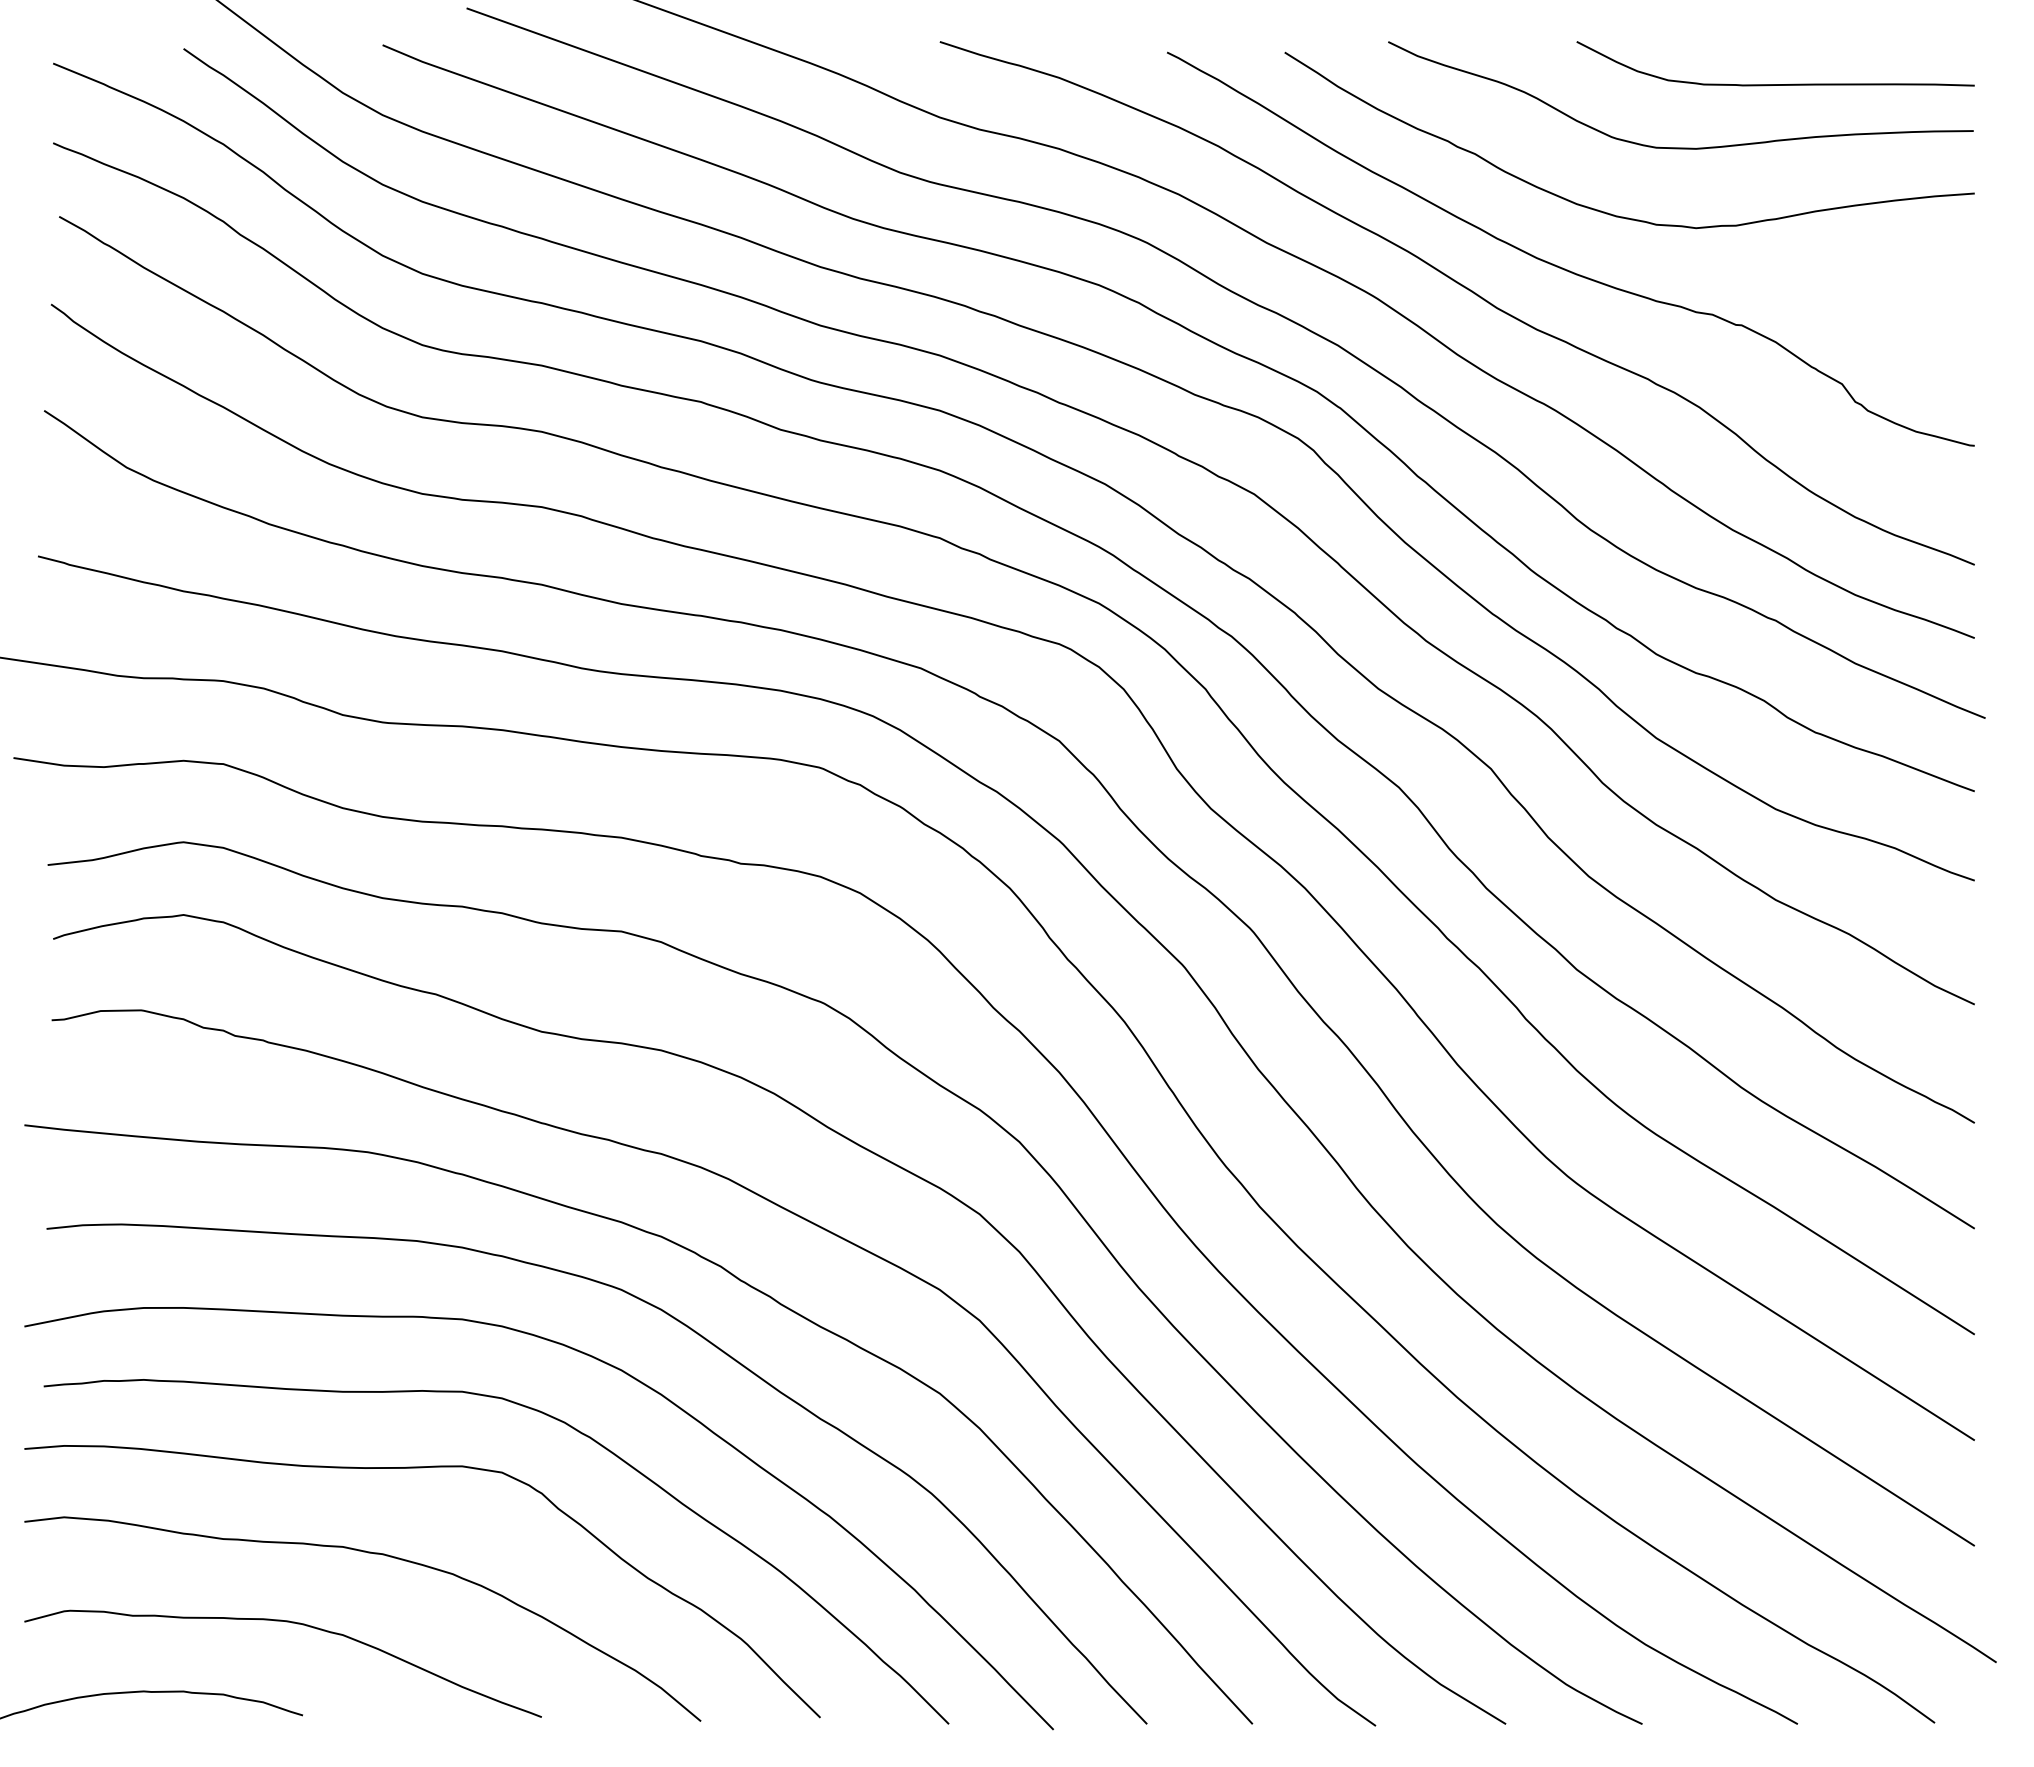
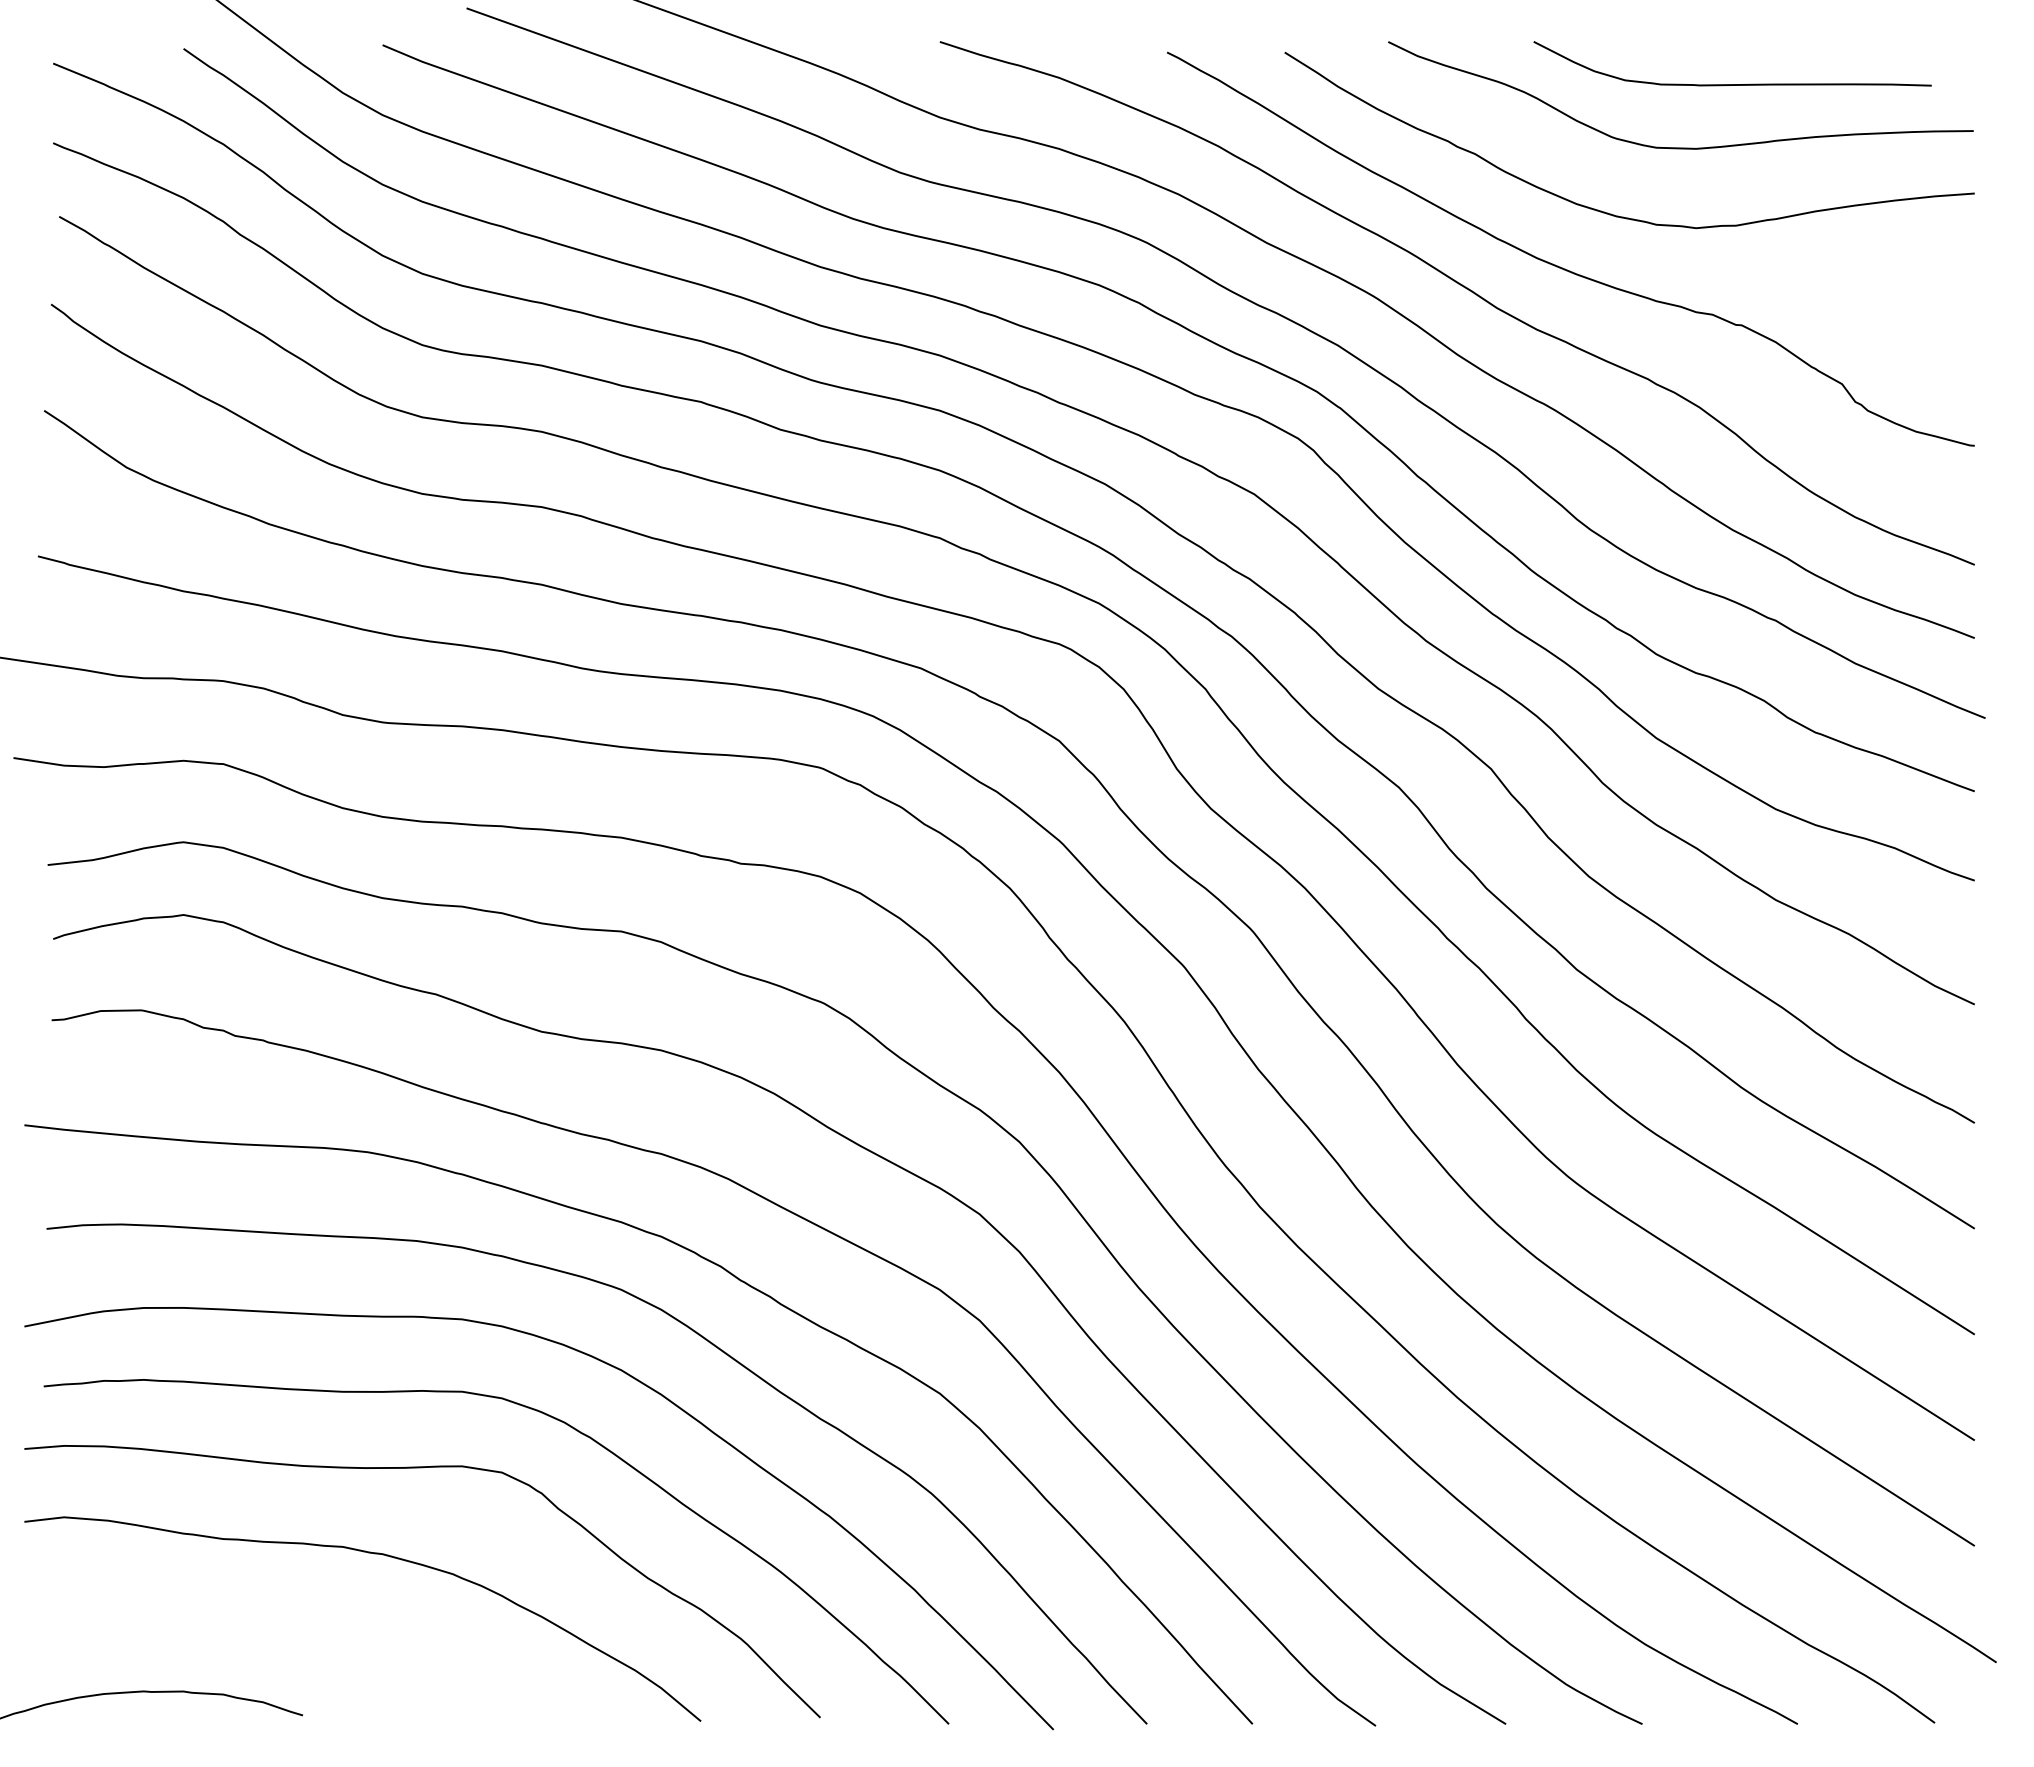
curve at (1775, 84) position: (1775, 84) -> (1732, 84)
curve at (286, 1622): present -> none
